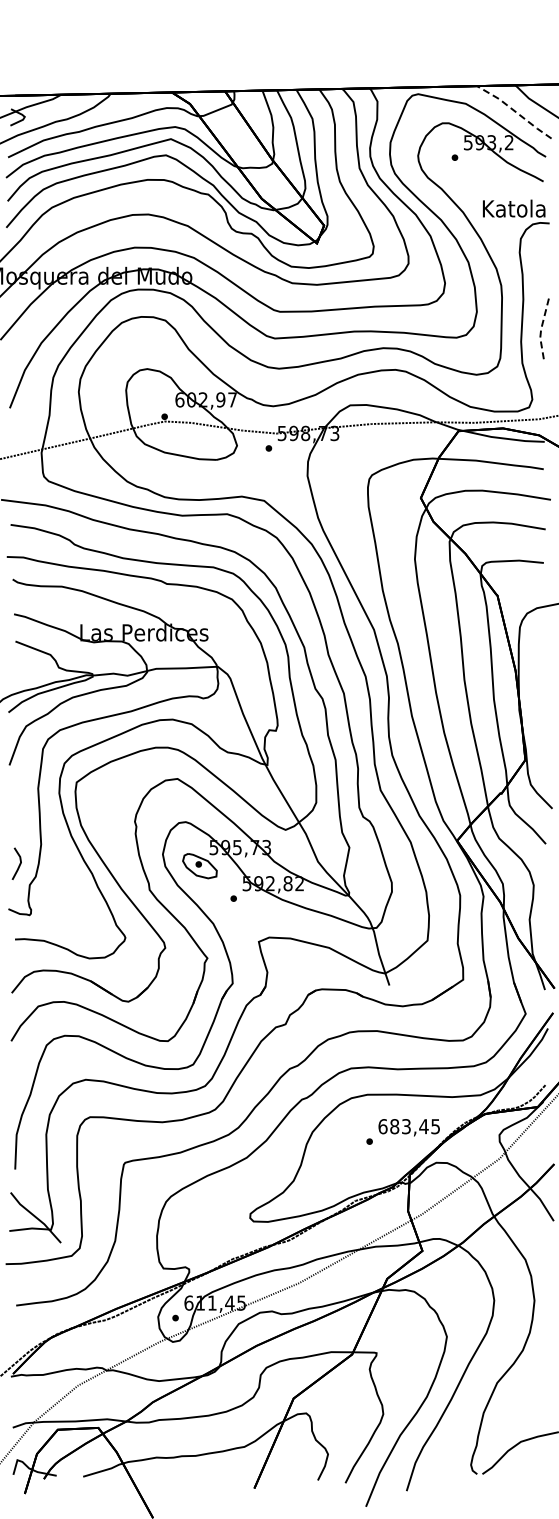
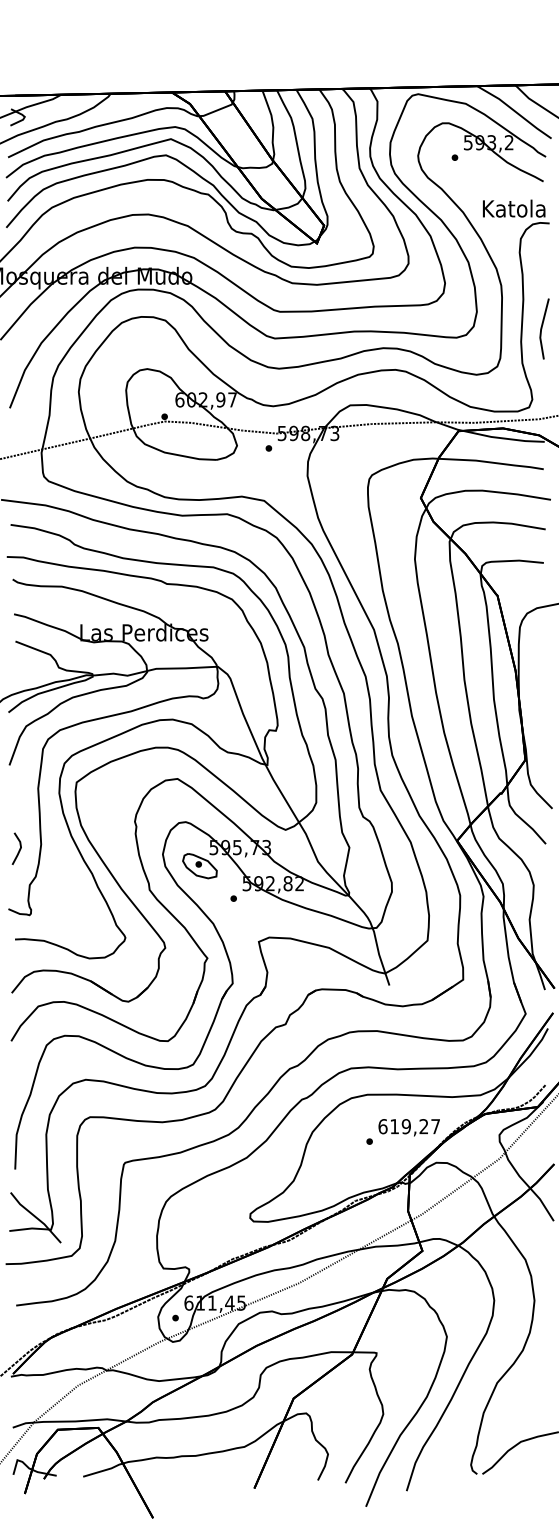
line at (514, 111): dashed -> solid
line at (541, 329): dashed -> solid
line at (18, 865) position: (18, 865) -> (18, 850)
text at (414, 1126): 683,45 -> 619,27
